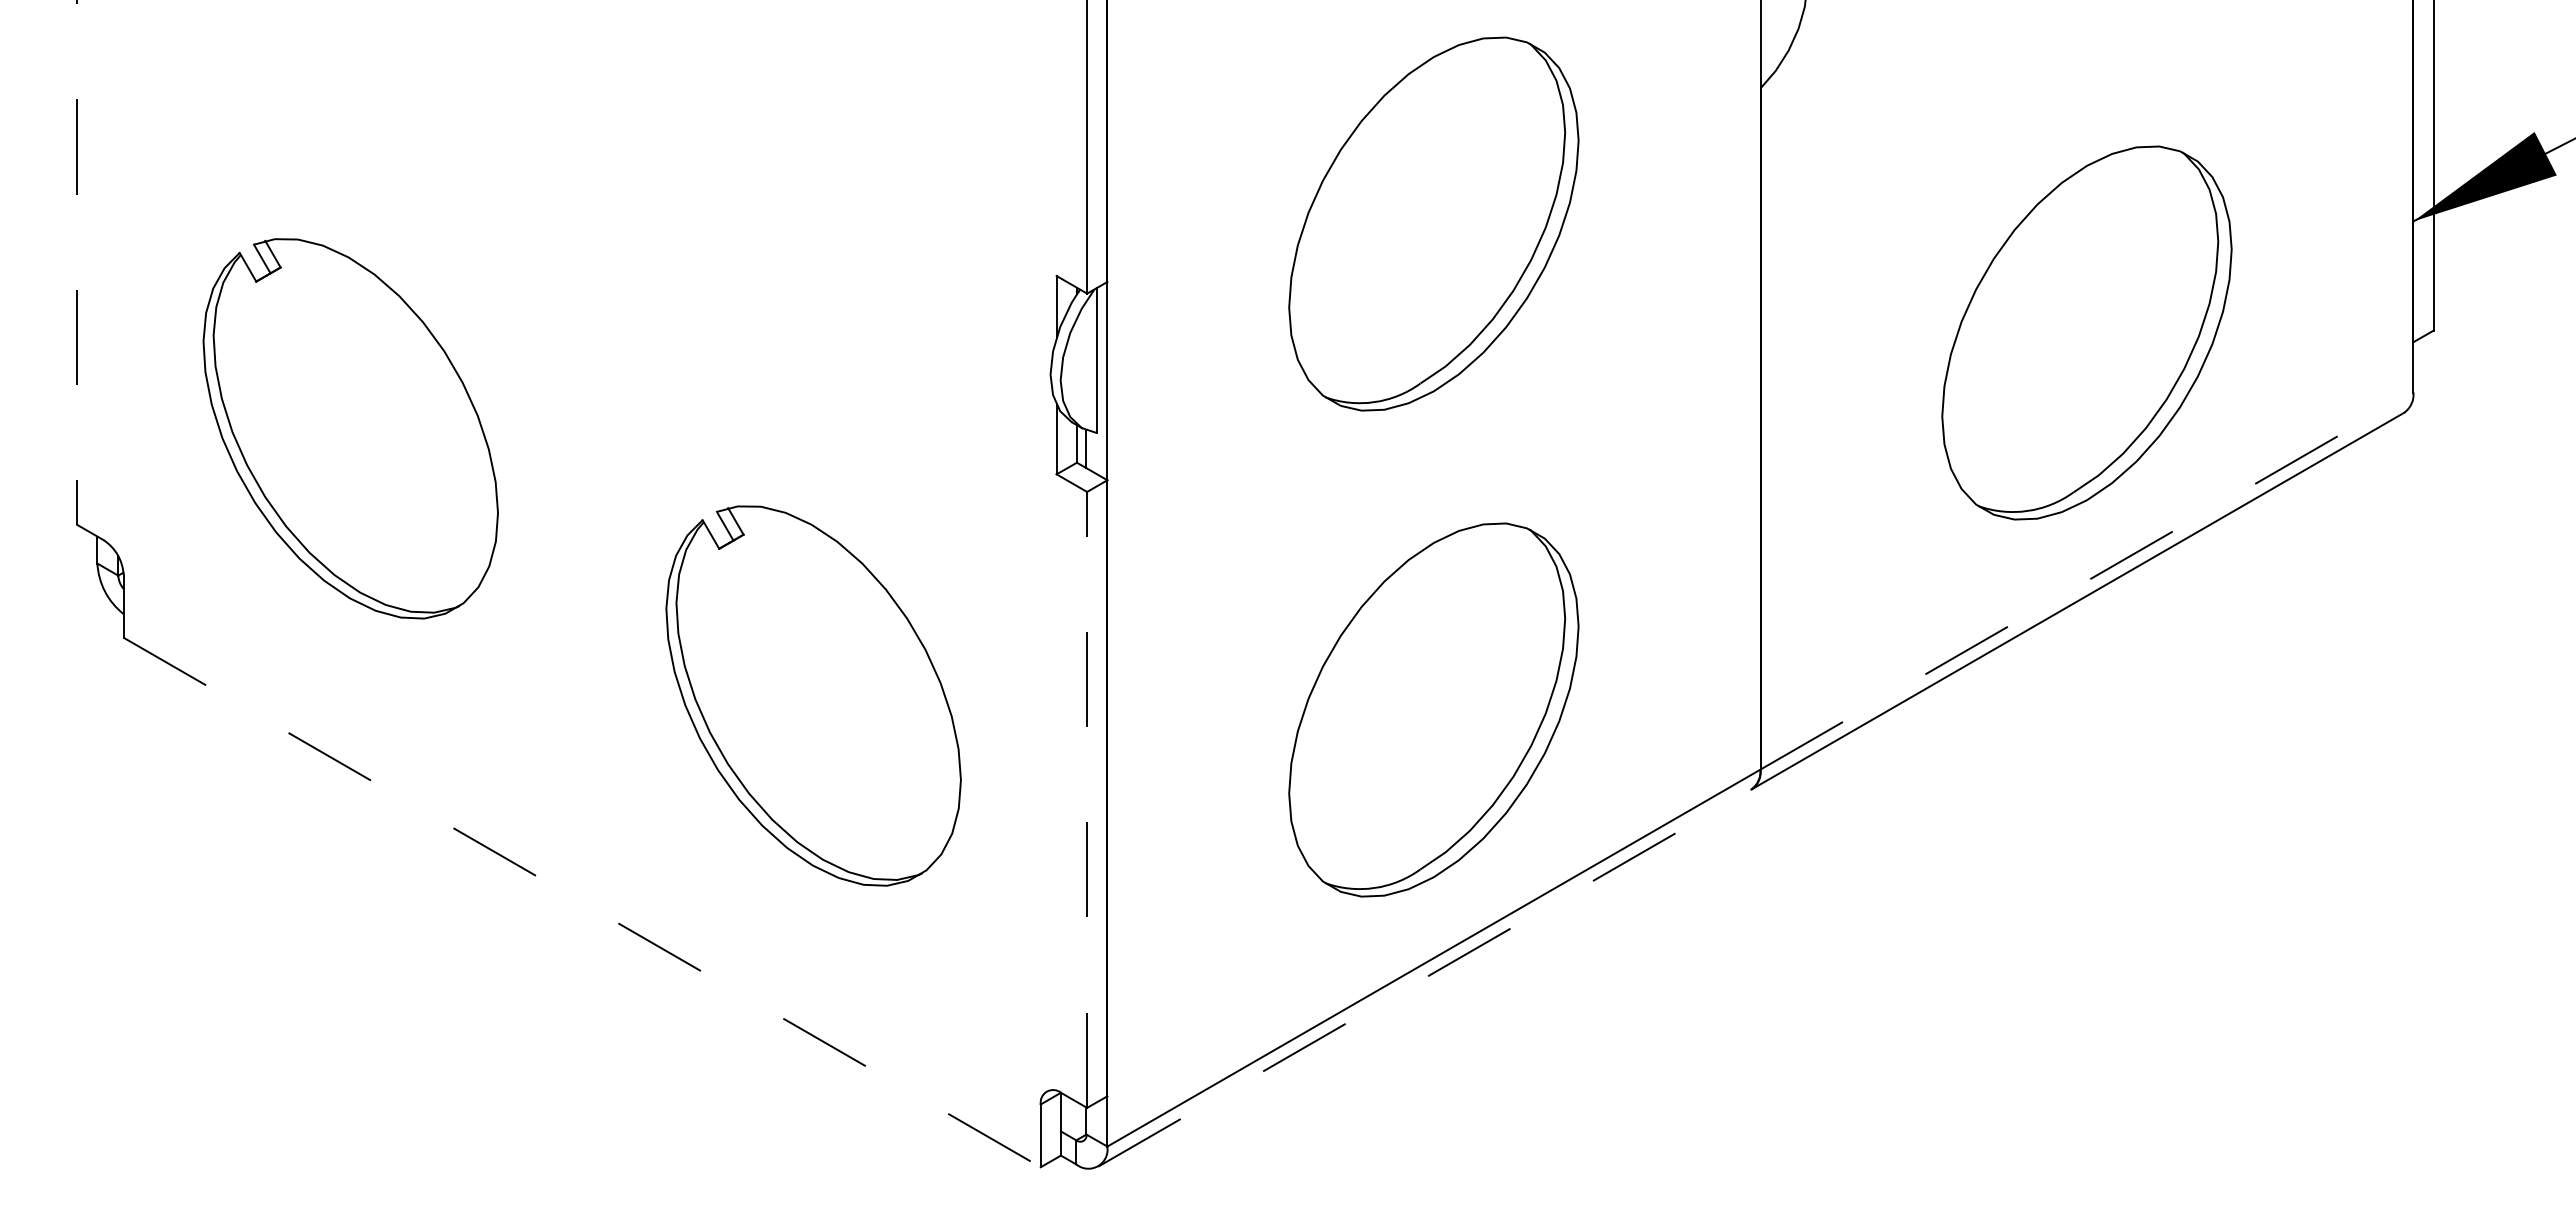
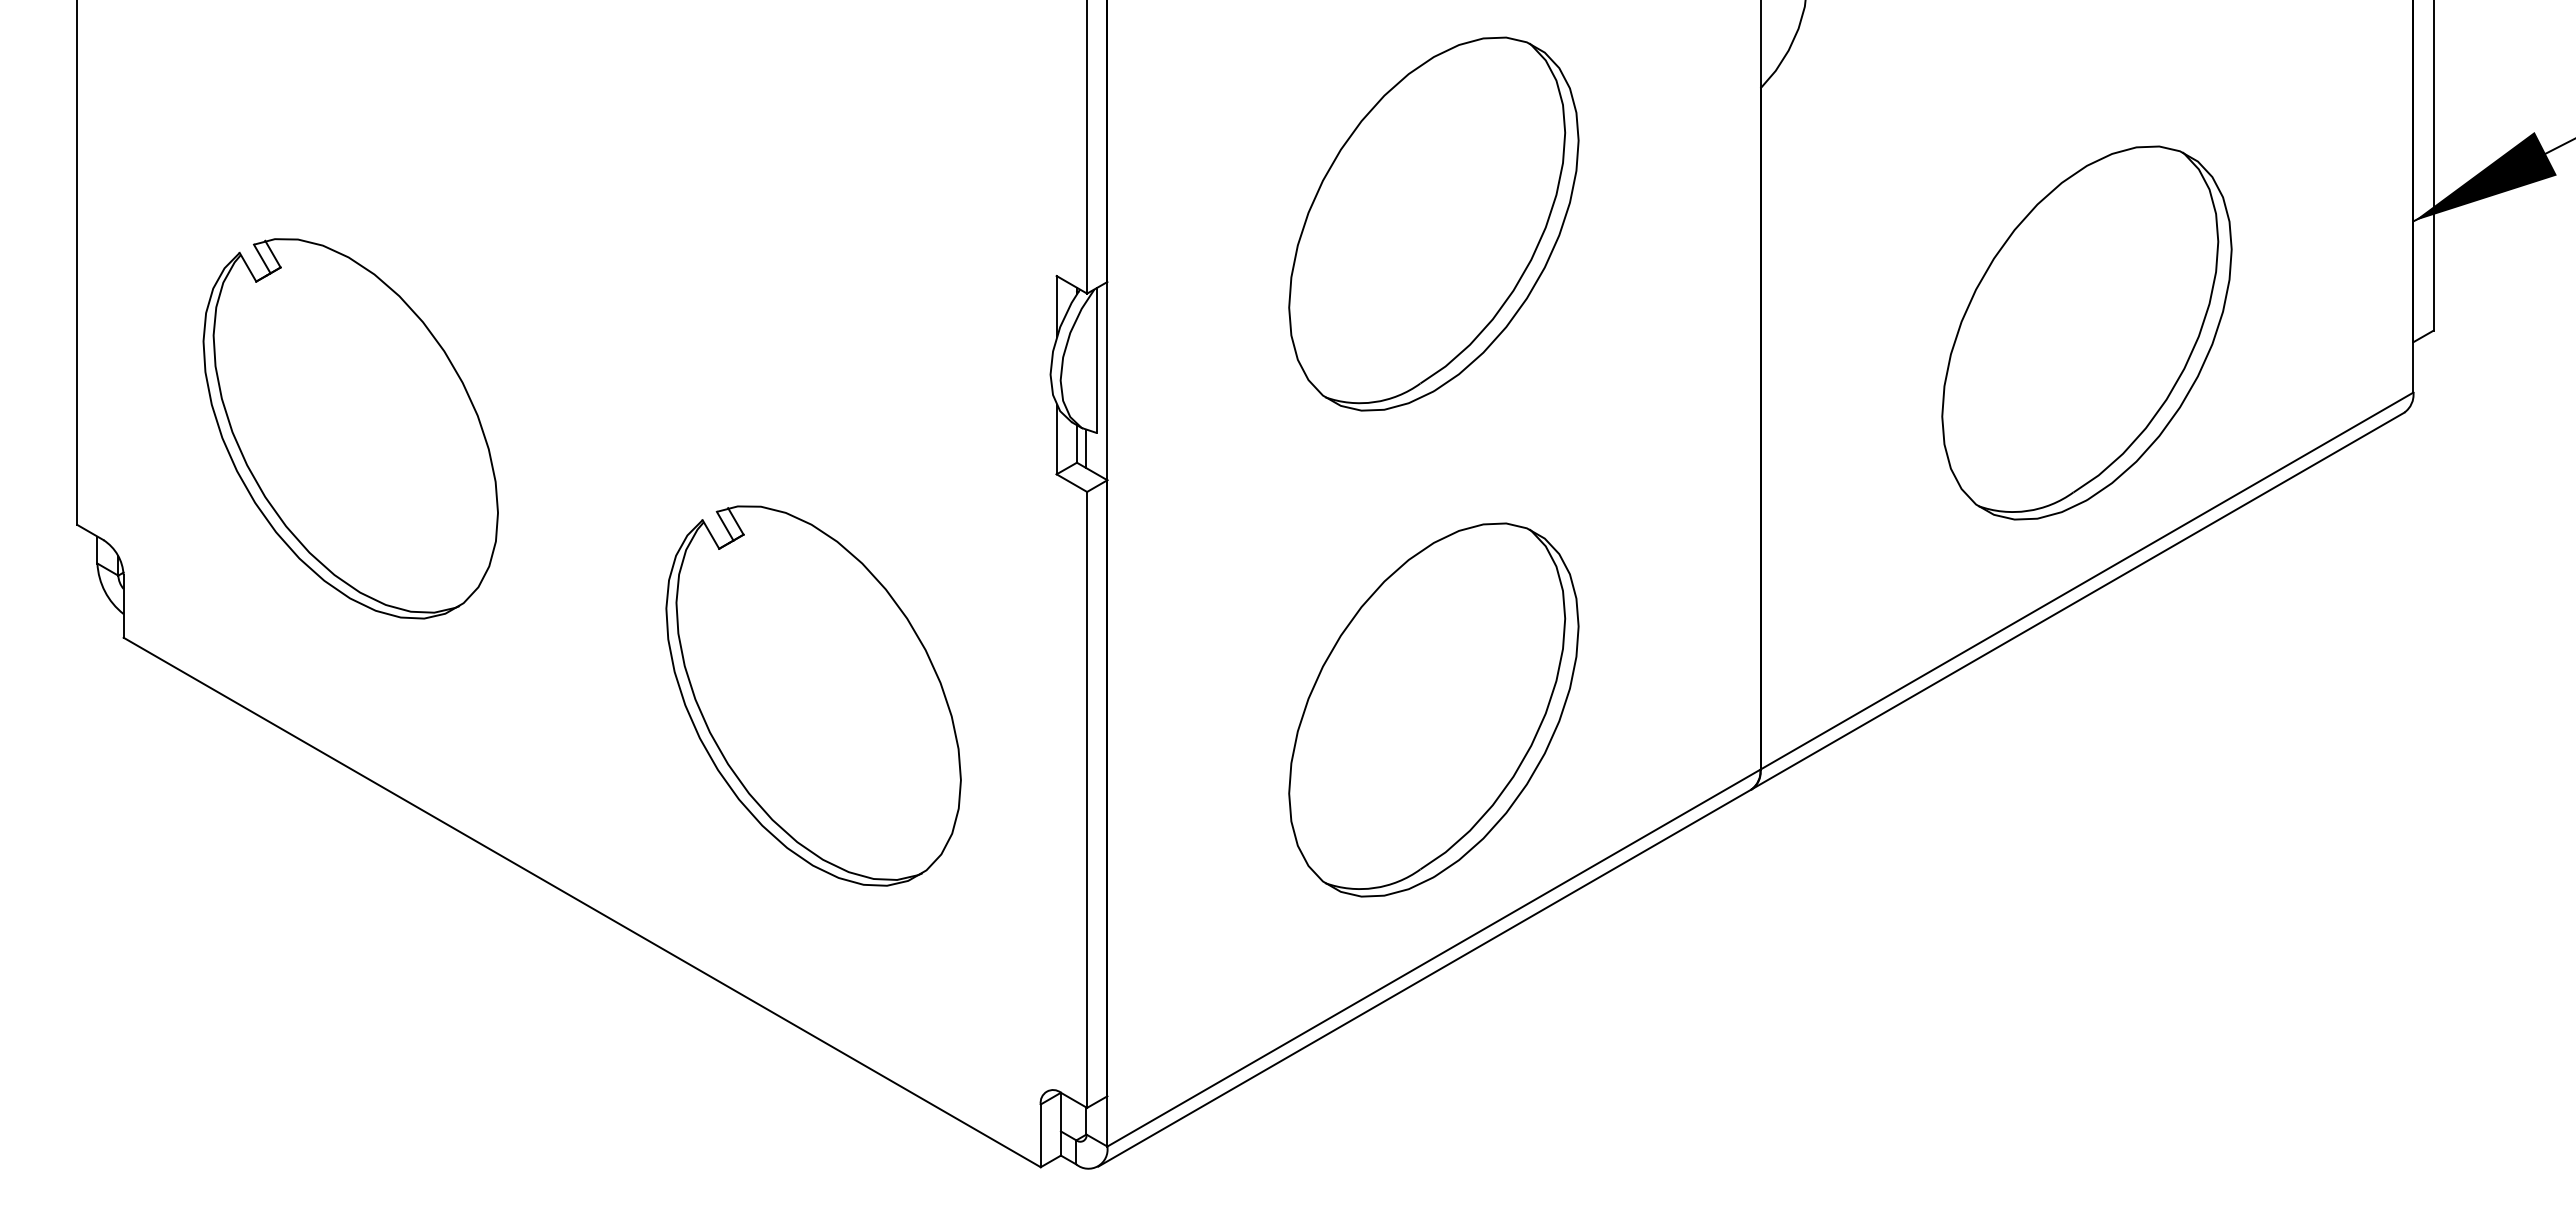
line at (77, 262): dashed -> solid
line at (2087, 580): dashed -> solid
line at (1087, 799): dashed -> solid
line at (582, 902): dashed -> solid
line at (1425, 977): dashed -> solid
